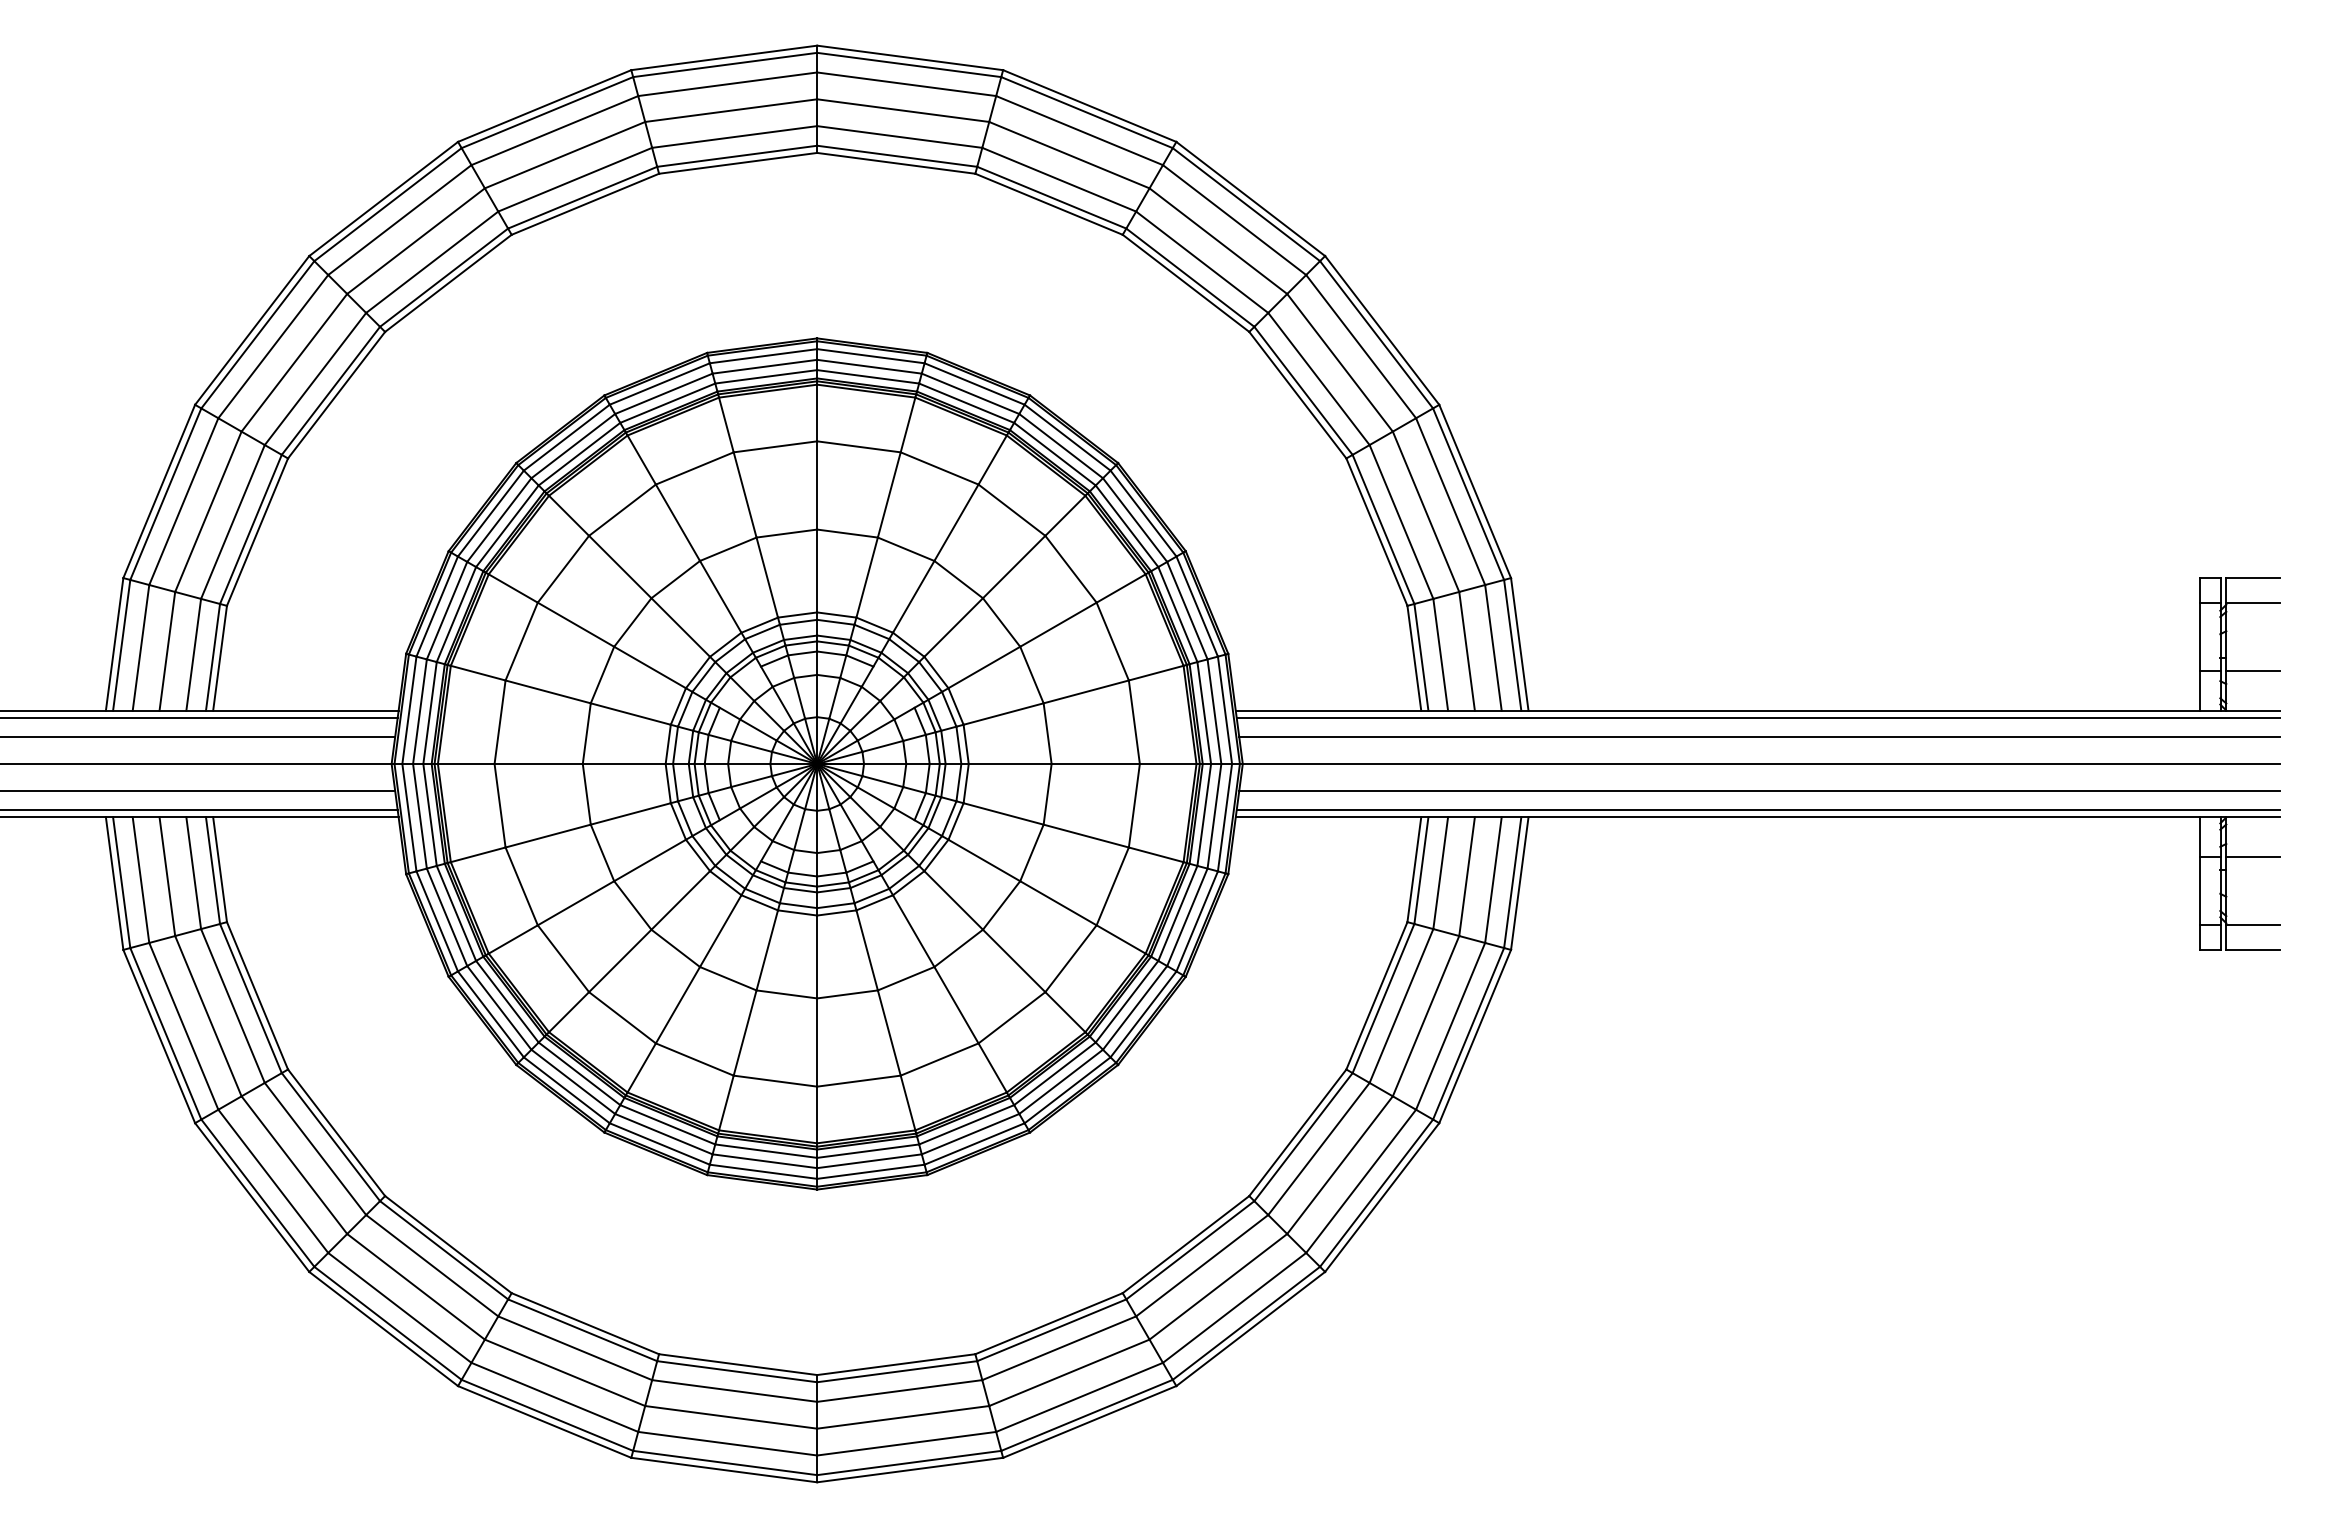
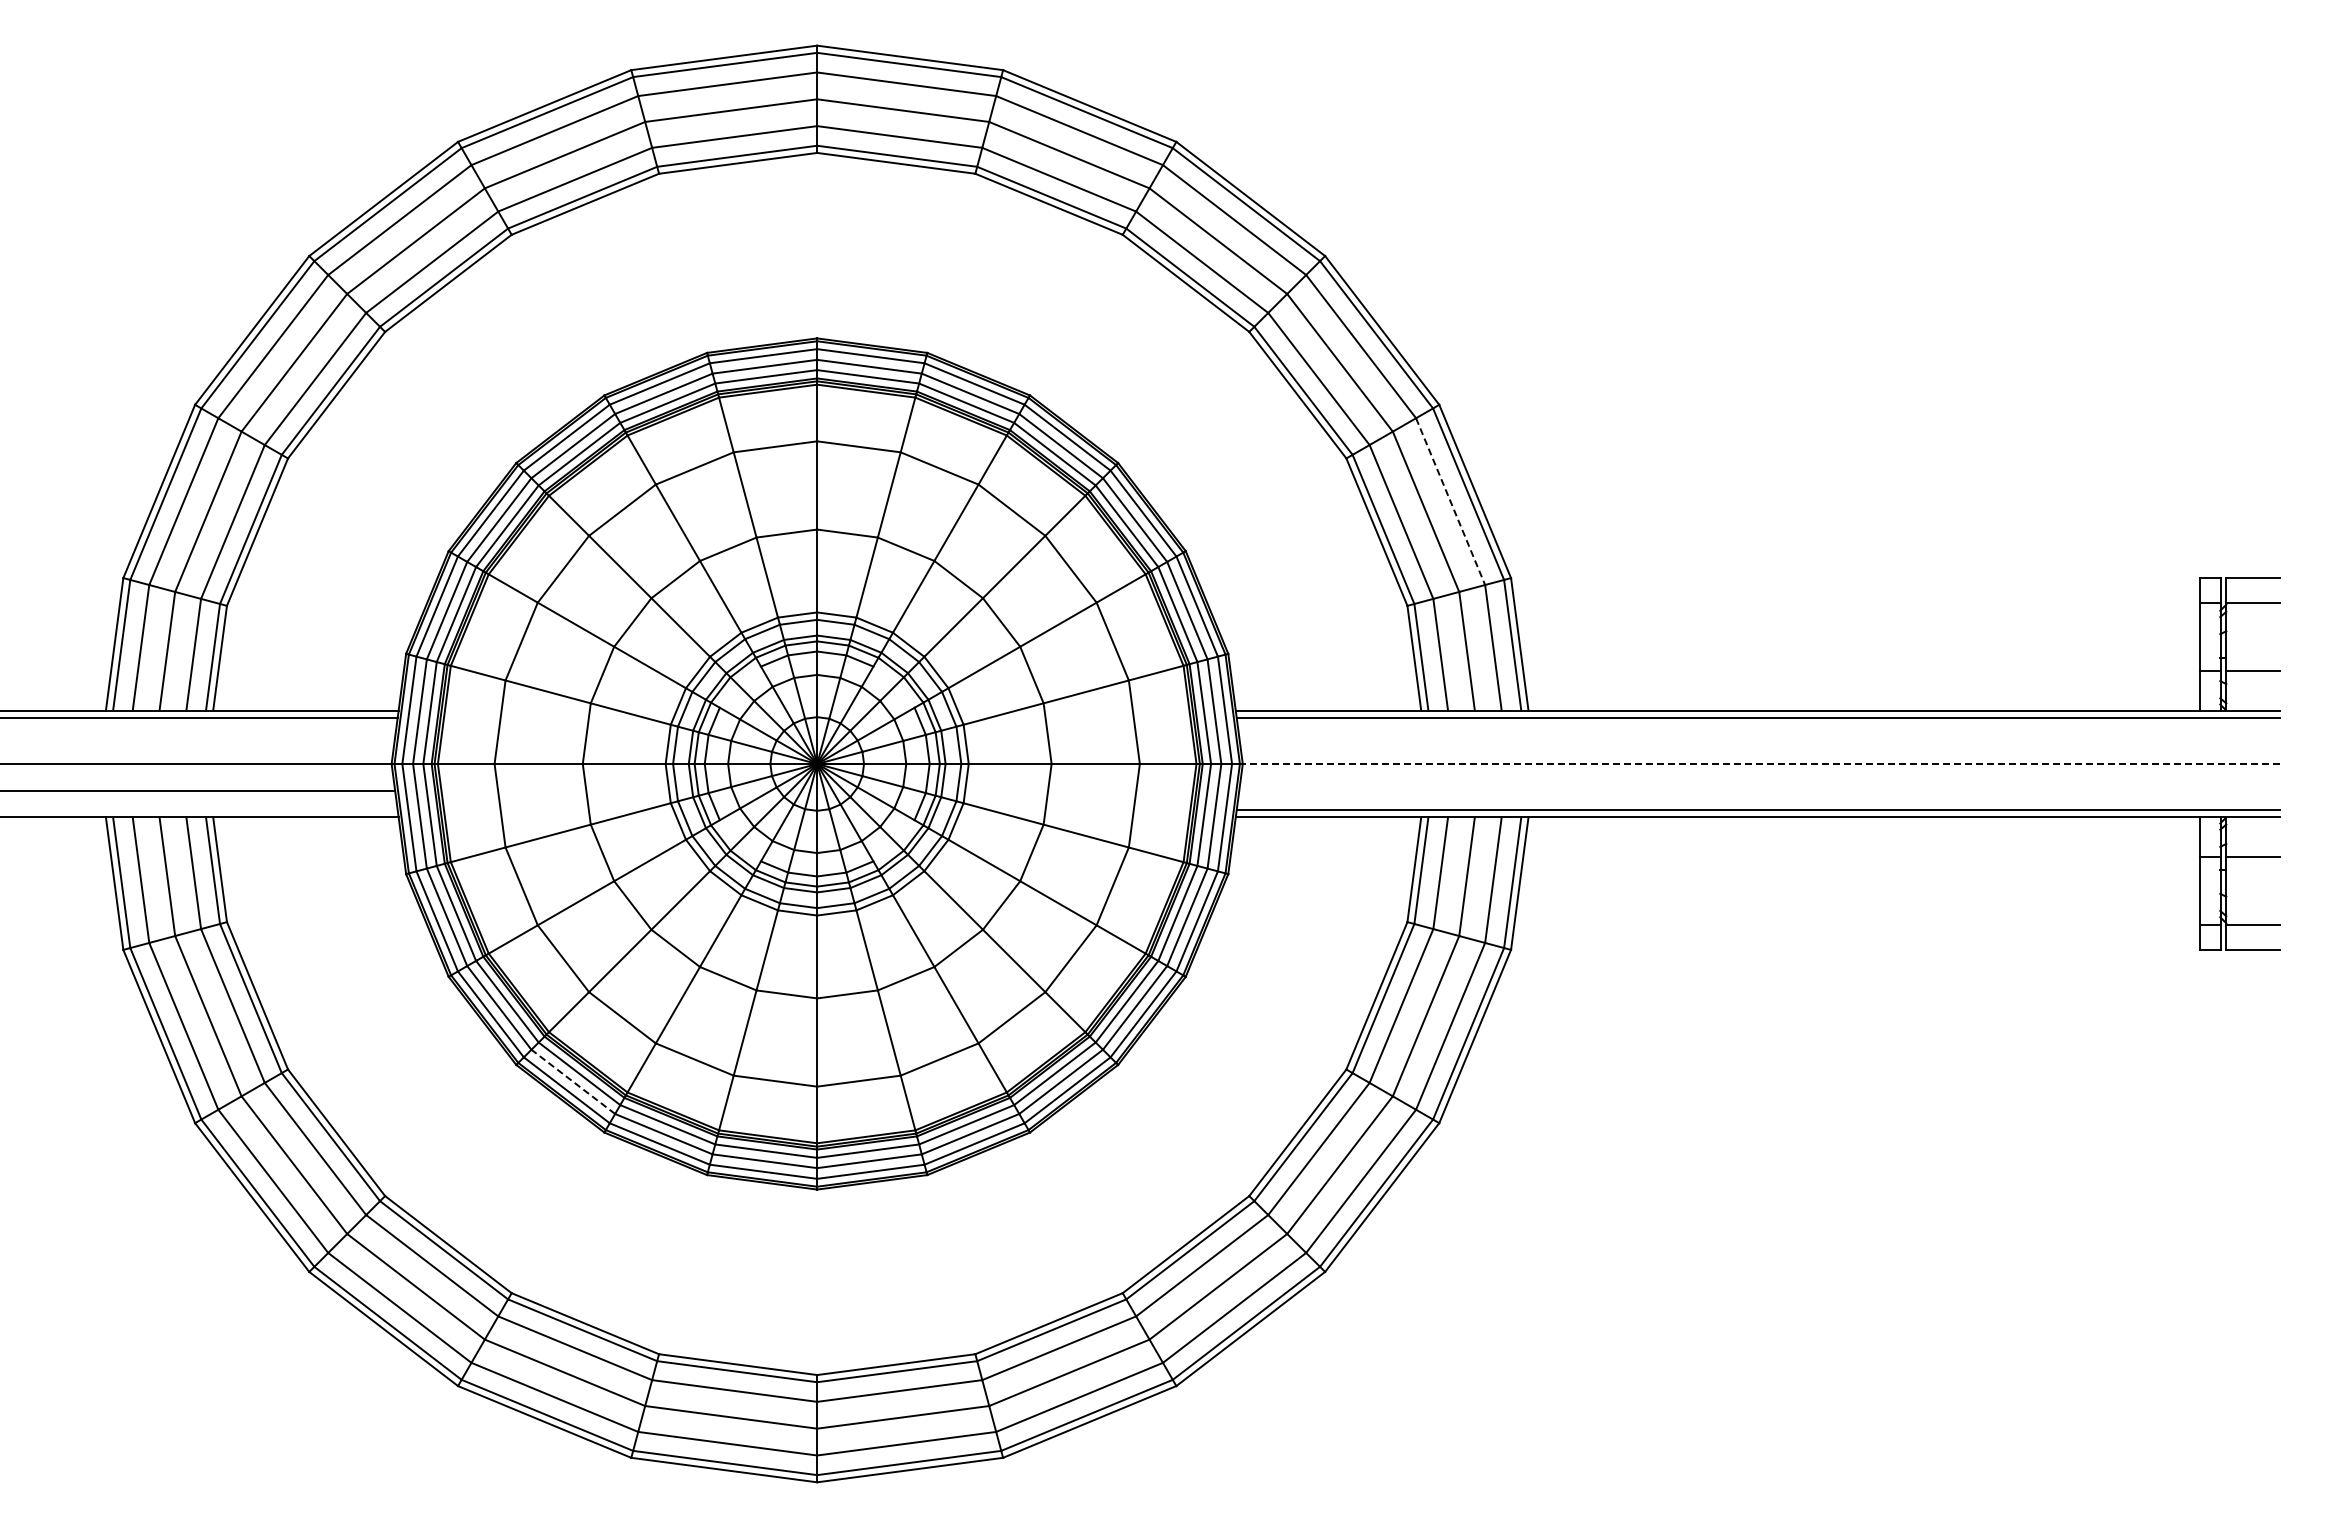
line at (1450, 502): solid -> dashed
line at (198, 737): present -> none
line at (1759, 737): present -> none
line at (1760, 764): solid -> dashed
line at (1759, 790): present -> none
line at (199, 810): present -> none
line at (573, 1081): solid -> dashed
